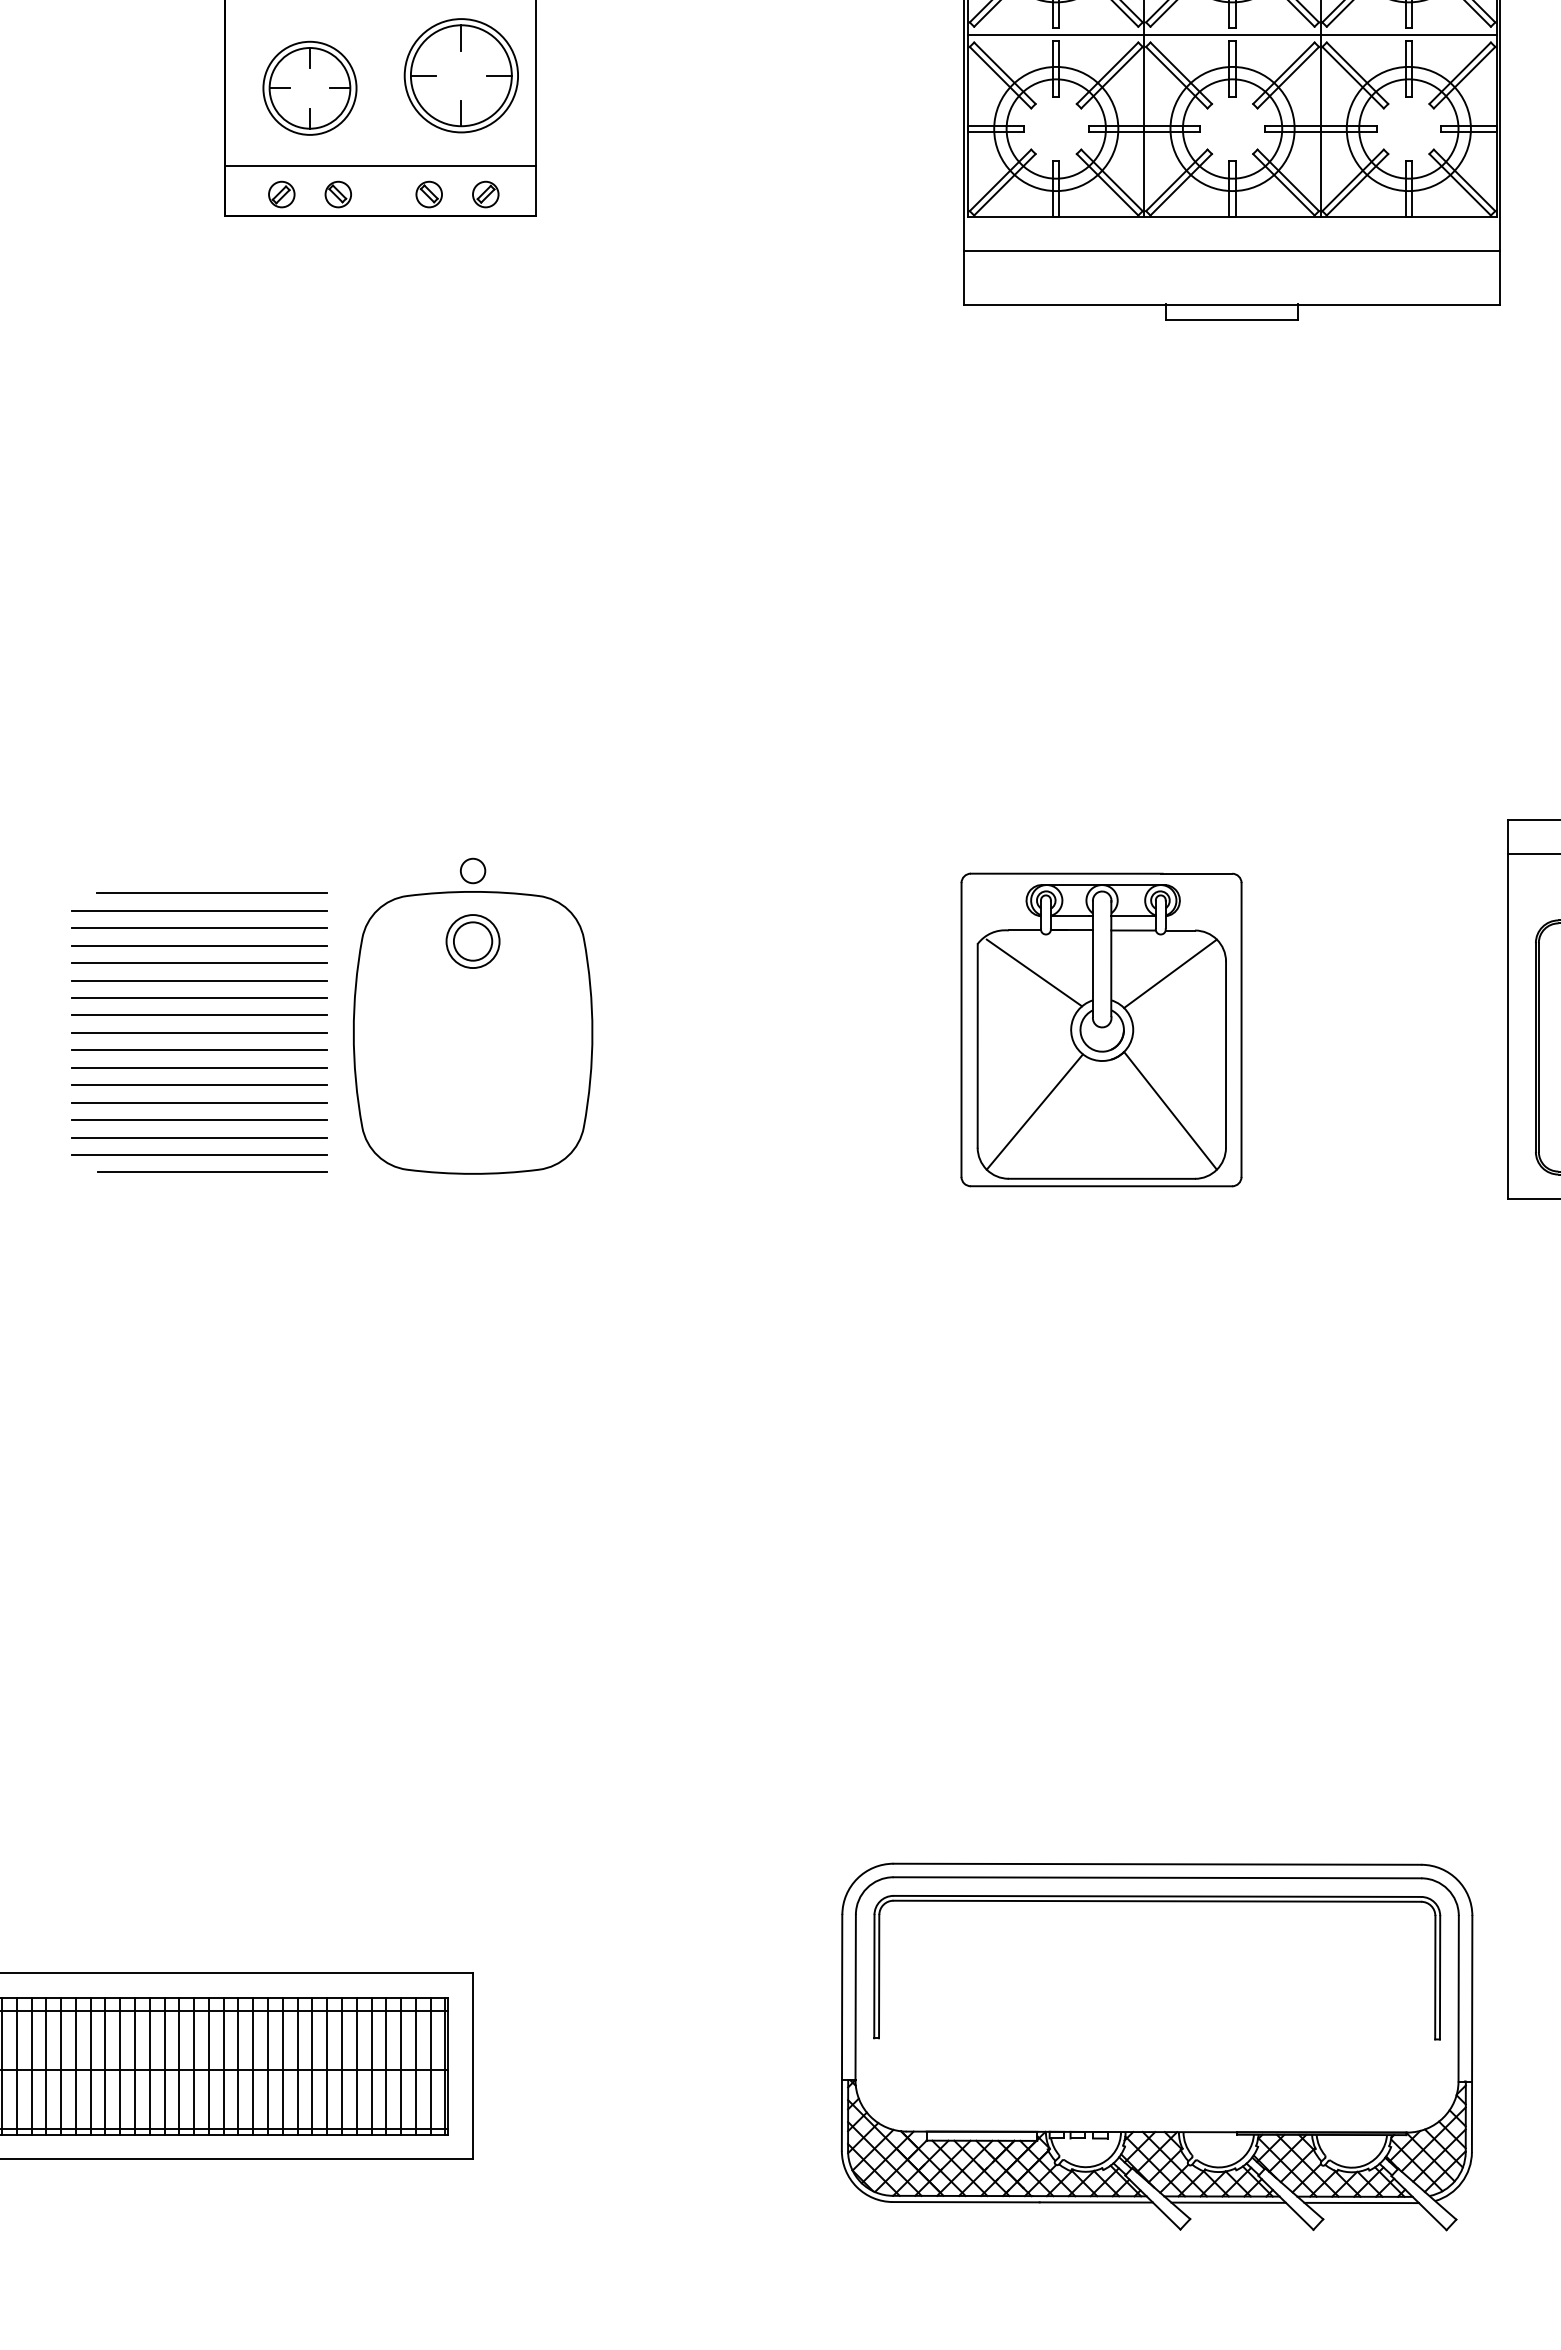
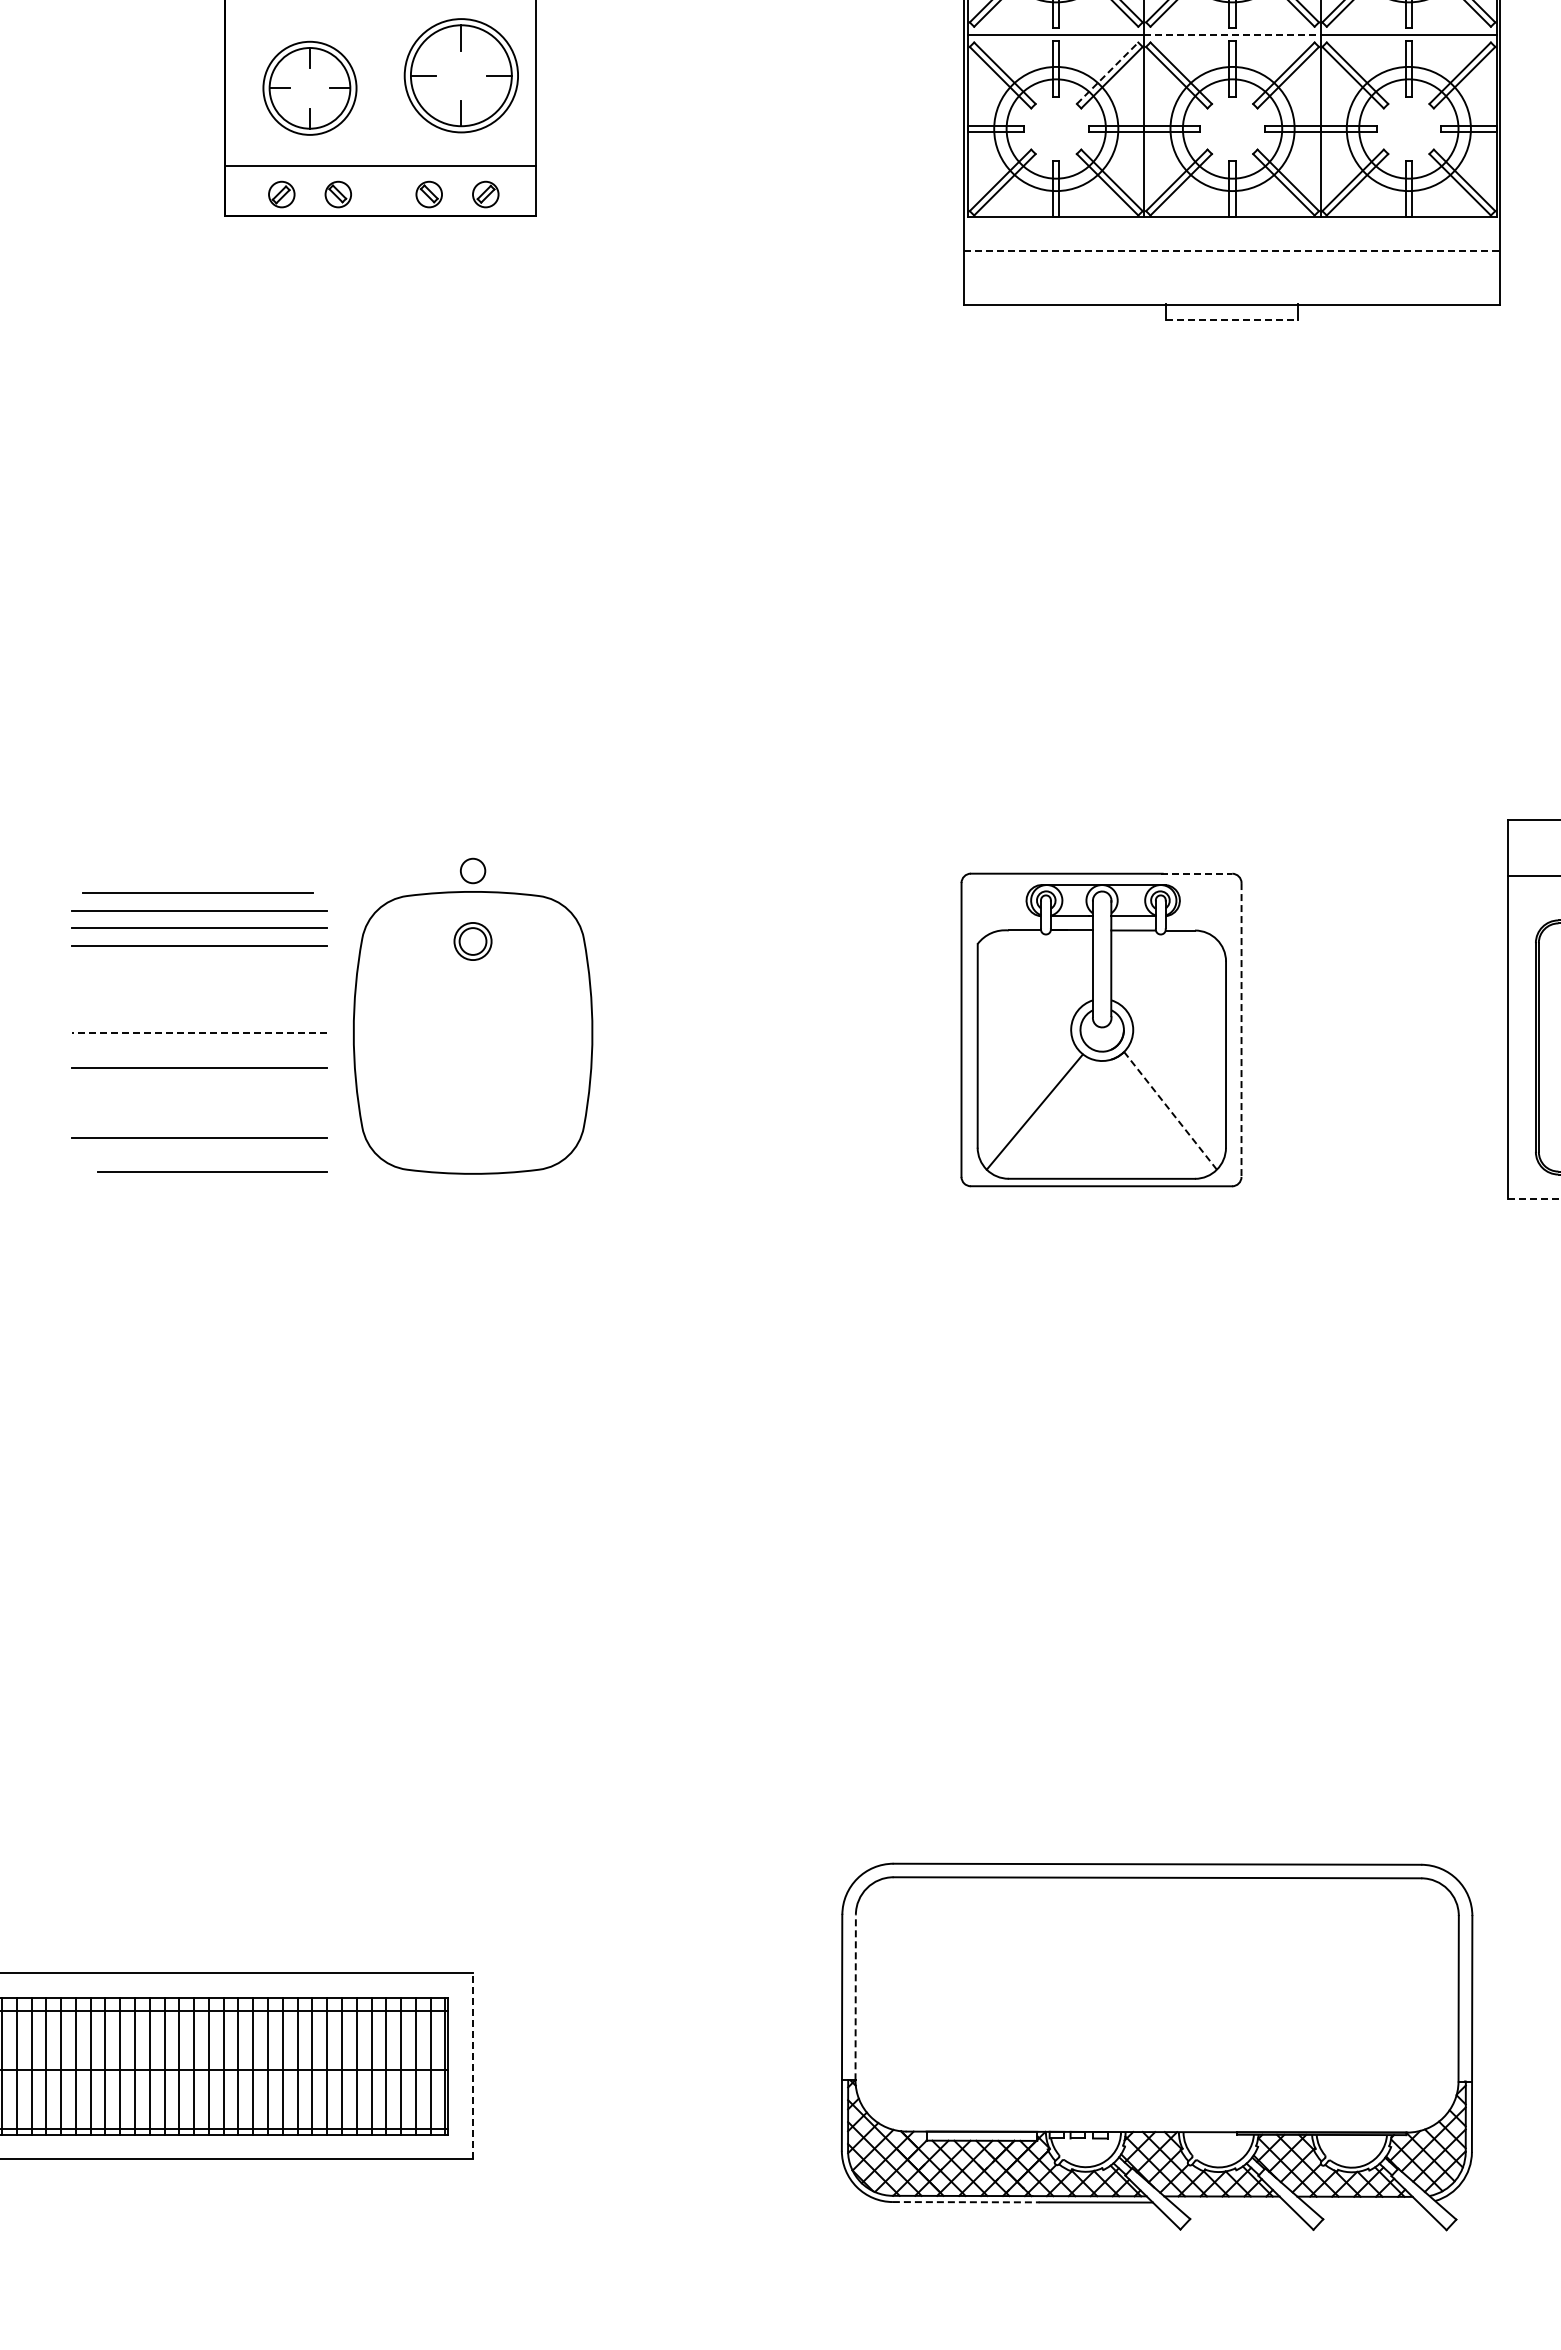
line at (1233, 34): solid -> dashed
line at (1107, 72): solid -> dashed
line at (1232, 251): solid -> dashed
line at (1232, 319): solid -> dashed
line at (1532, 854) position: (1532, 854) -> (1532, 876)
line at (1196, 873): solid -> dashed
line at (211, 892) position: (211, 892) -> (197, 892)
part at (472, 941) size: 56x55 px -> 40x39 px
line at (199, 963): present -> none
line at (1034, 972): present -> none
line at (1170, 973): present -> none
line at (199, 980): present -> none
line at (199, 997): present -> none
line at (199, 1015): present -> none
line at (1241, 1030): solid -> dashed
line at (199, 1032): solid -> dashed
line at (199, 1050): present -> none
line at (199, 1085): present -> none
line at (199, 1102): present -> none
line at (1170, 1110): solid -> dashed
line at (199, 1120): present -> none
line at (199, 1155): present -> none
line at (1534, 1198): solid -> dashed
part at (1157, 1902): present -> none
line at (855, 1997): solid -> dashed
line at (473, 2065): solid -> dashed
line at (966, 2202): solid -> dashed
line at (1228, 2202): present -> none
line at (1361, 2202): present -> none
